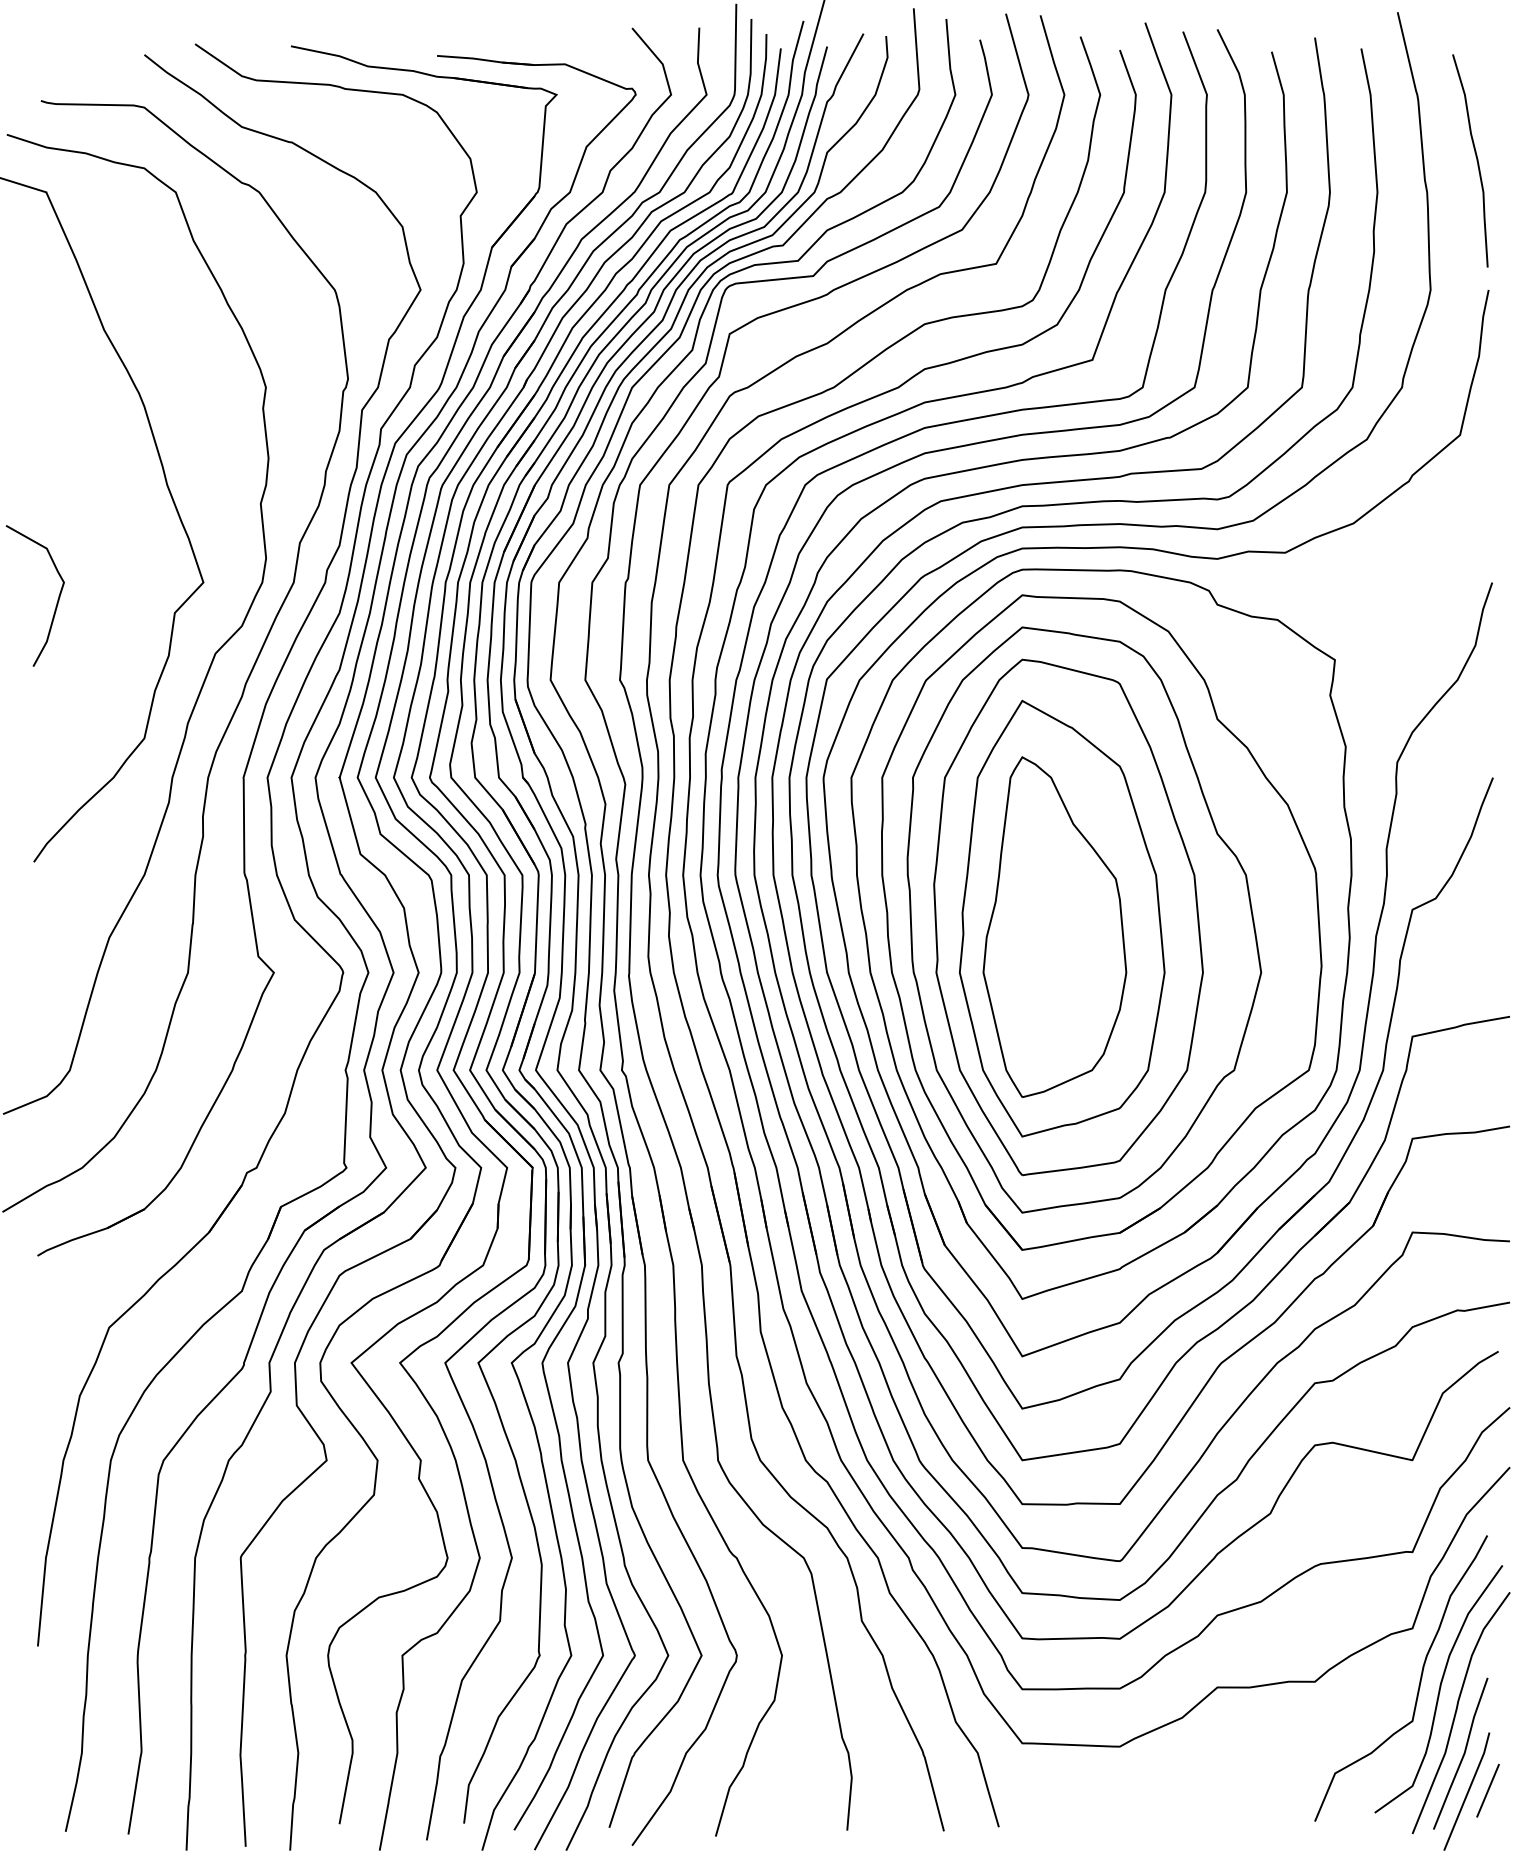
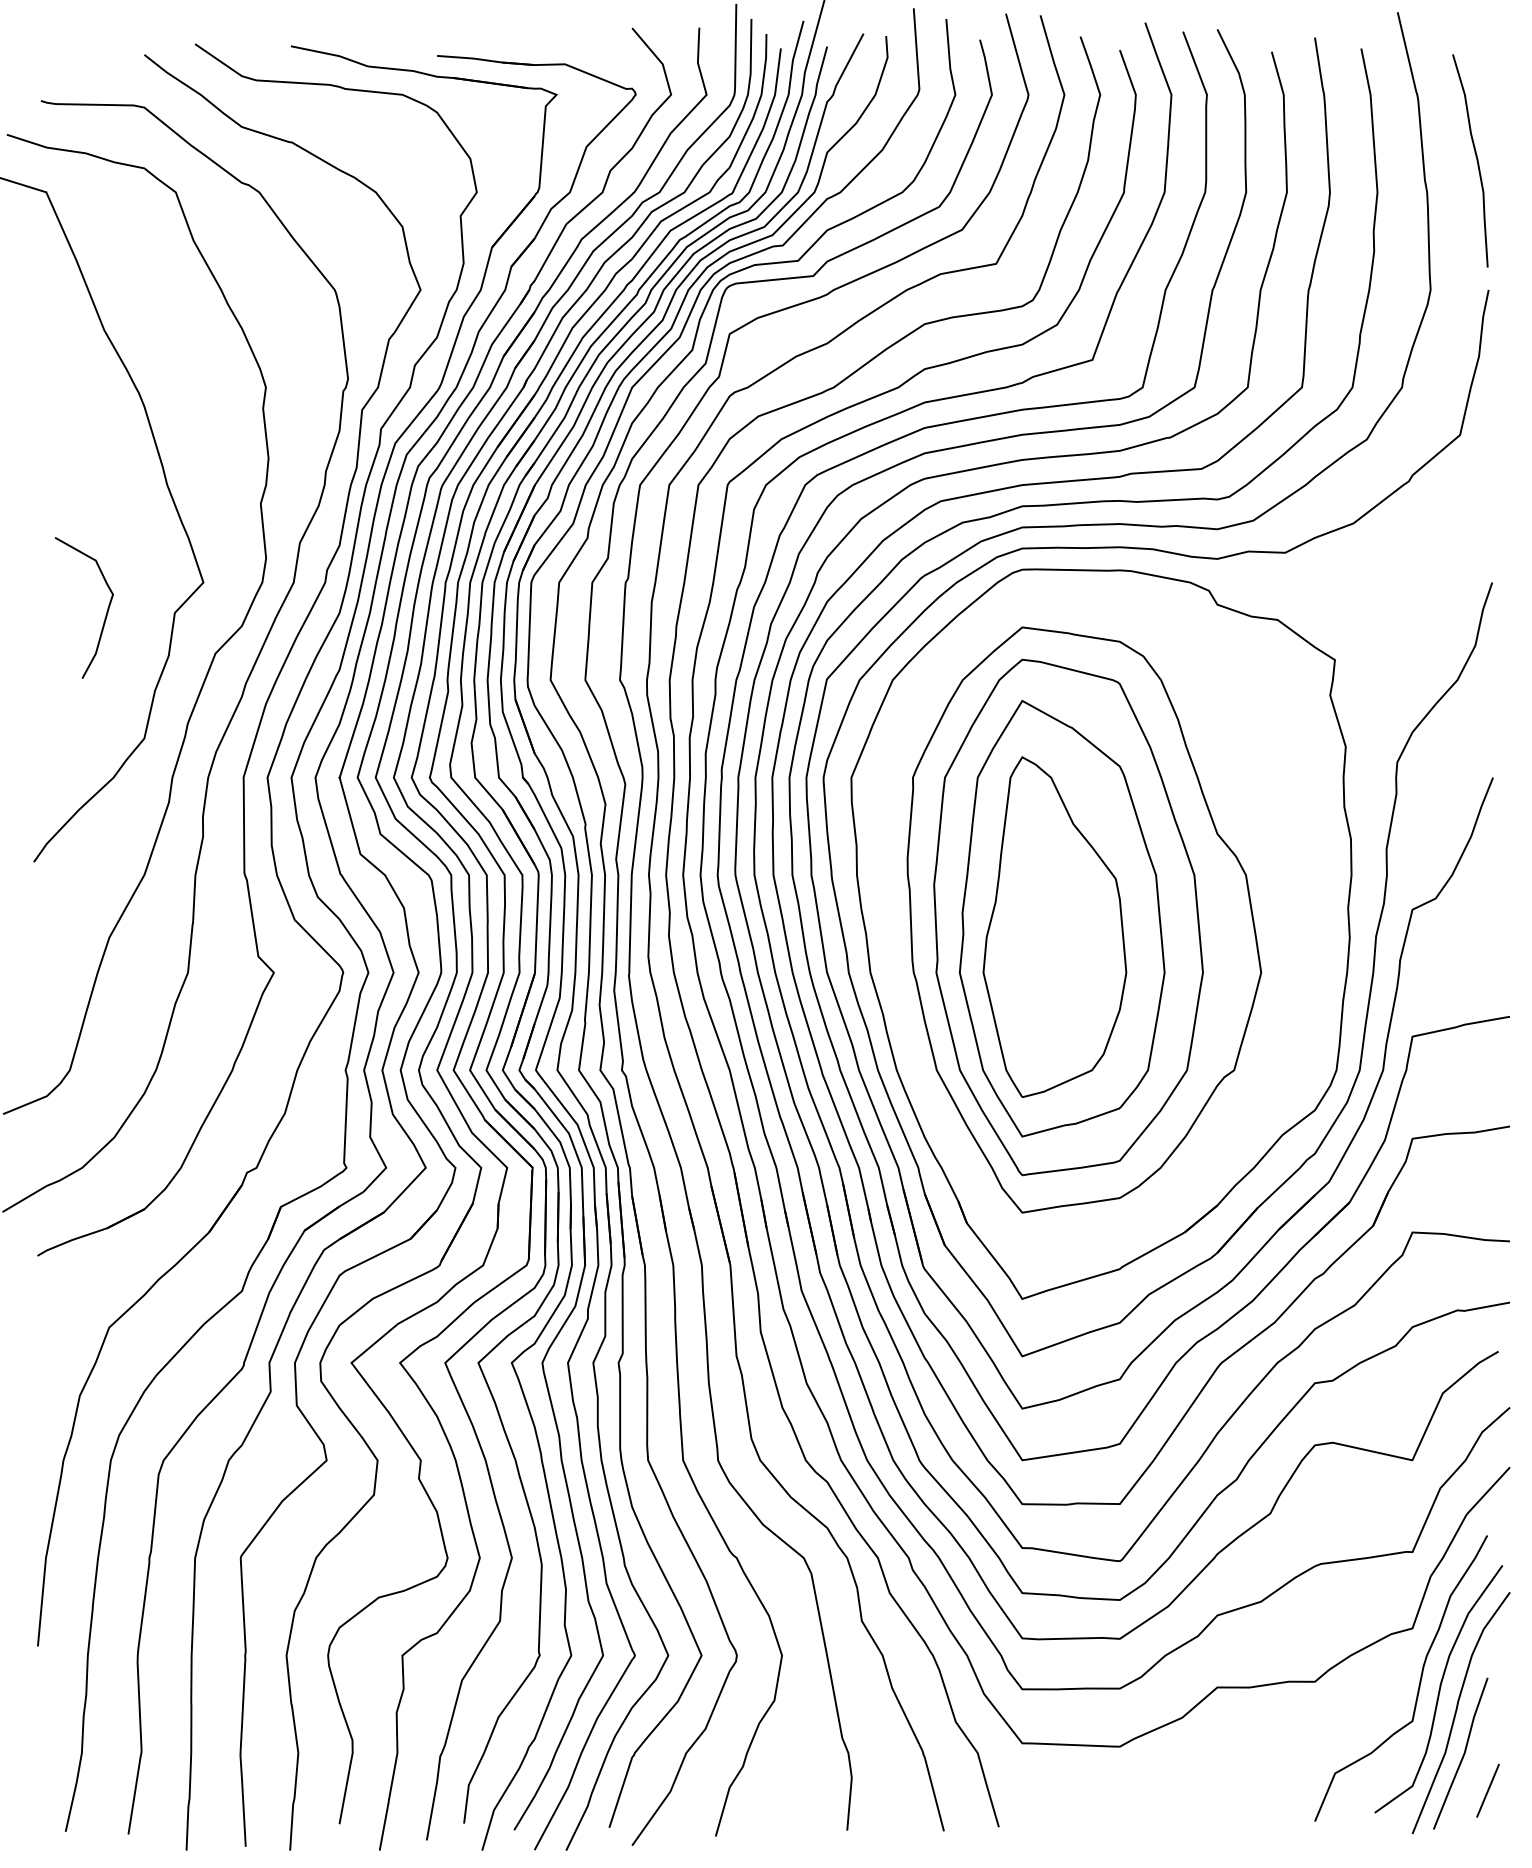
curve at (56, 602) position: (56, 602) -> (105, 614)
part at (1101, 922): present -> none
line at (1467, 1791): present -> none
